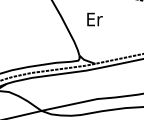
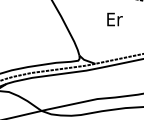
text at (94, 19) position: (94, 19) -> (114, 19)
